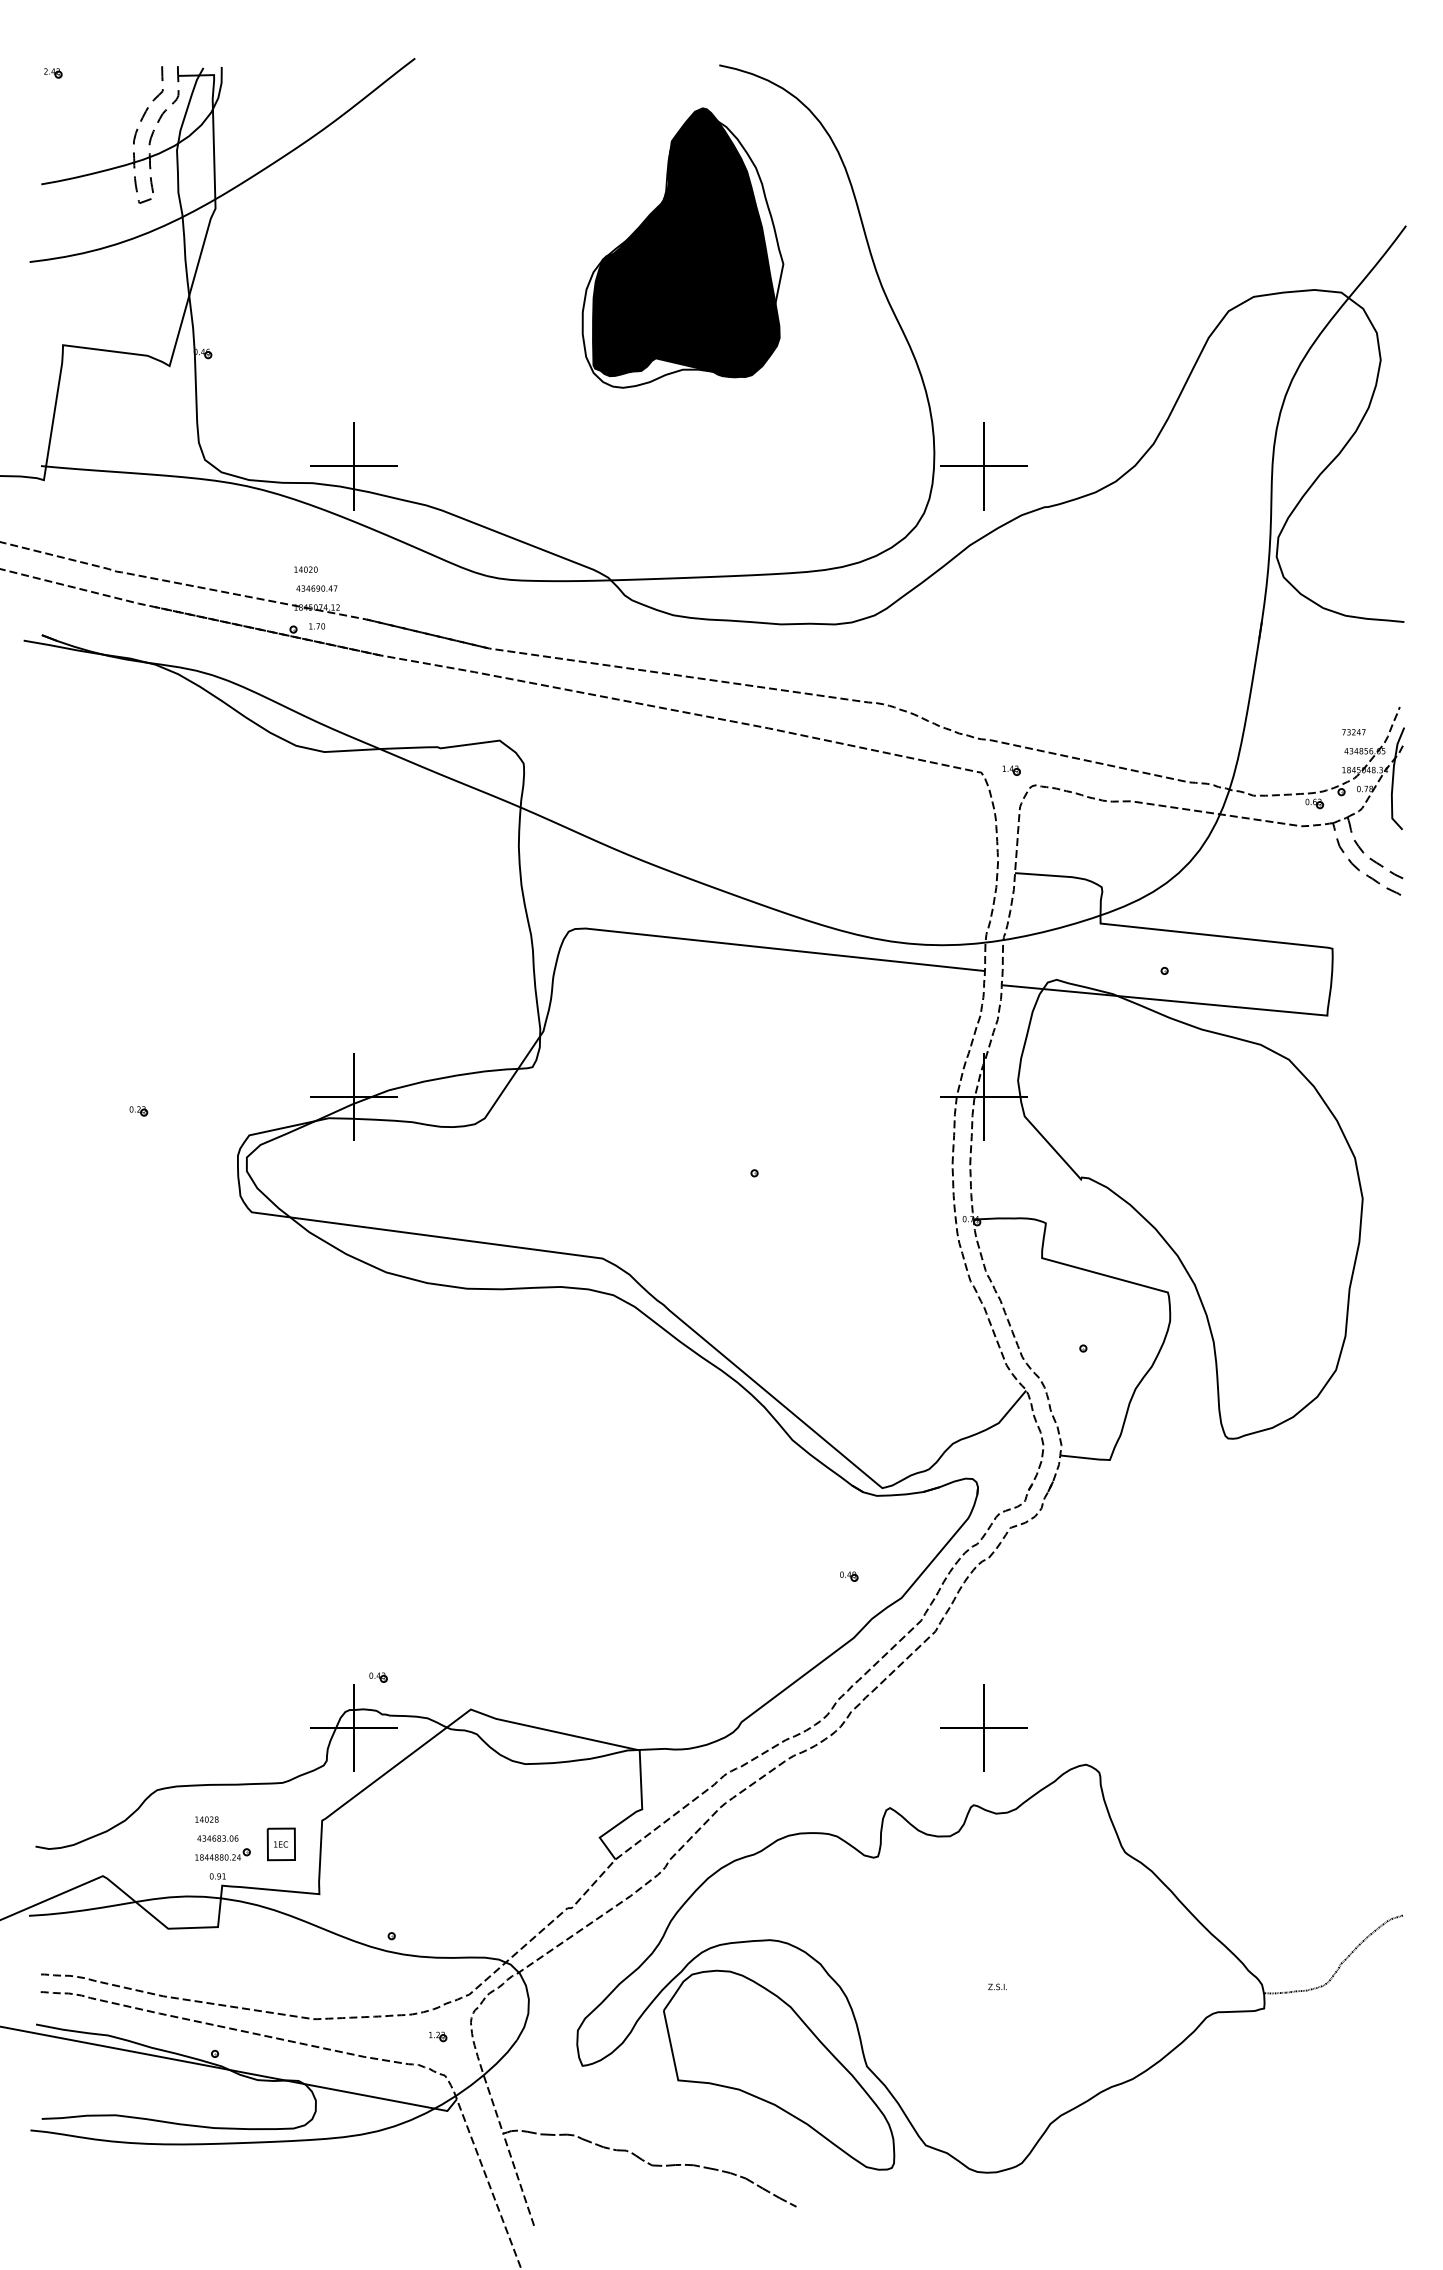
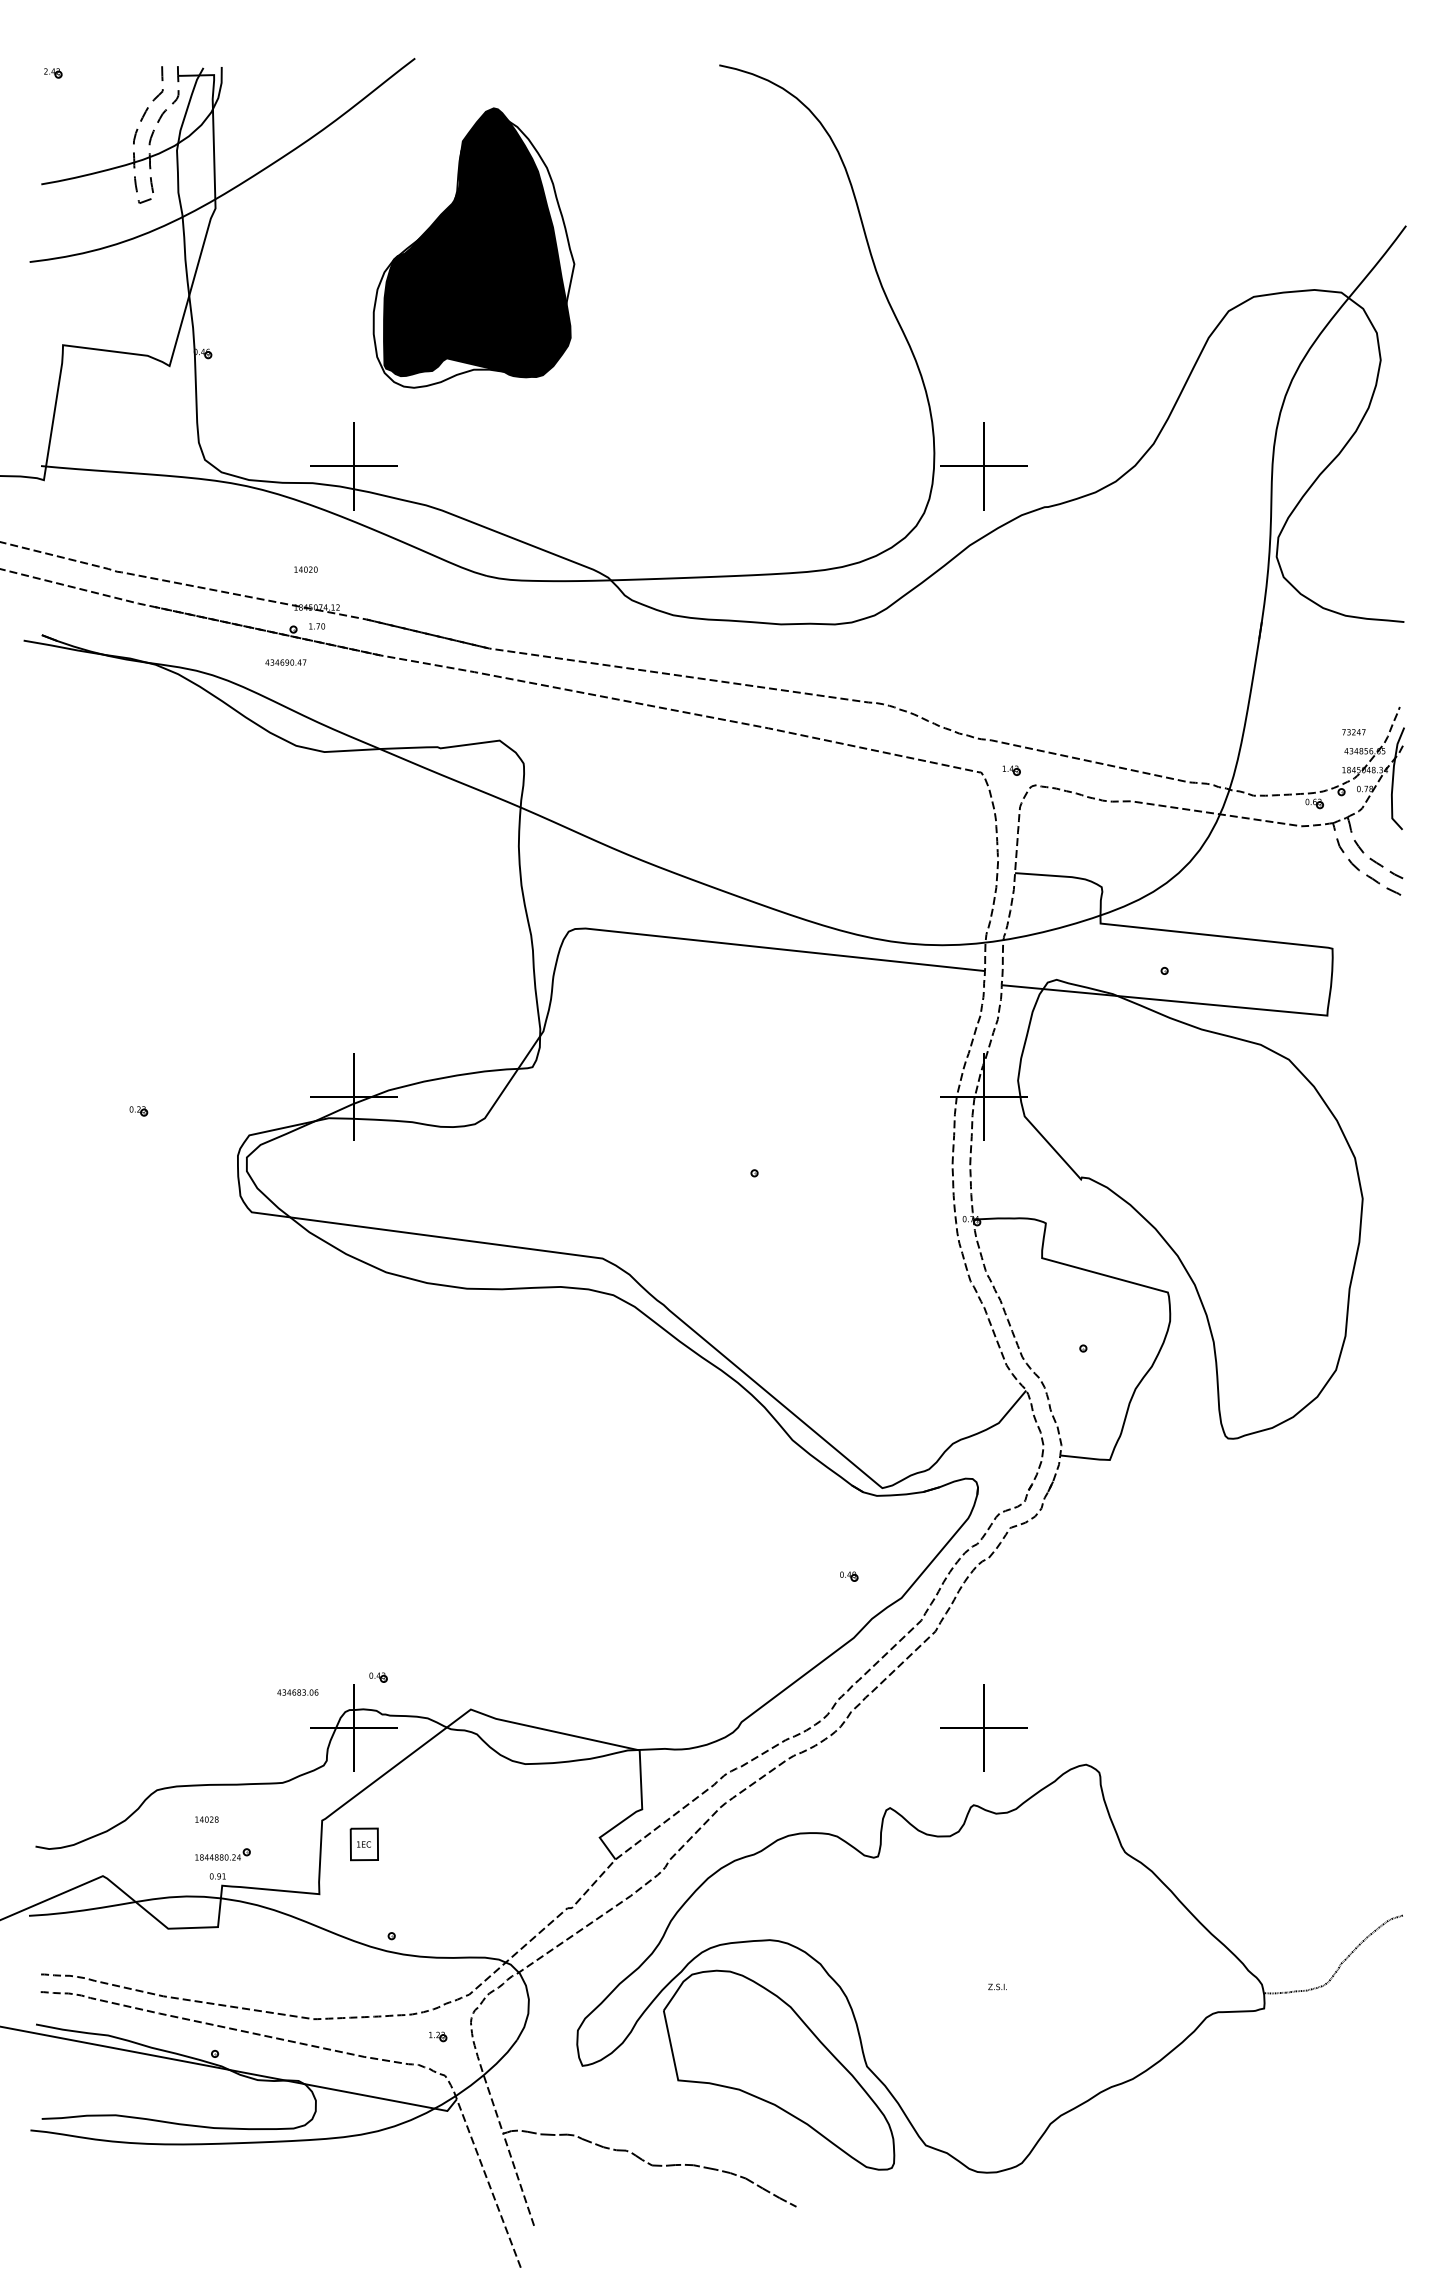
part at (682, 247) position: (682, 247) -> (473, 247)
text at (316, 588) position: (316, 588) -> (285, 662)
text at (217, 1838) position: (217, 1838) -> (297, 1692)
part at (280, 1844) position: (280, 1844) -> (363, 1844)
